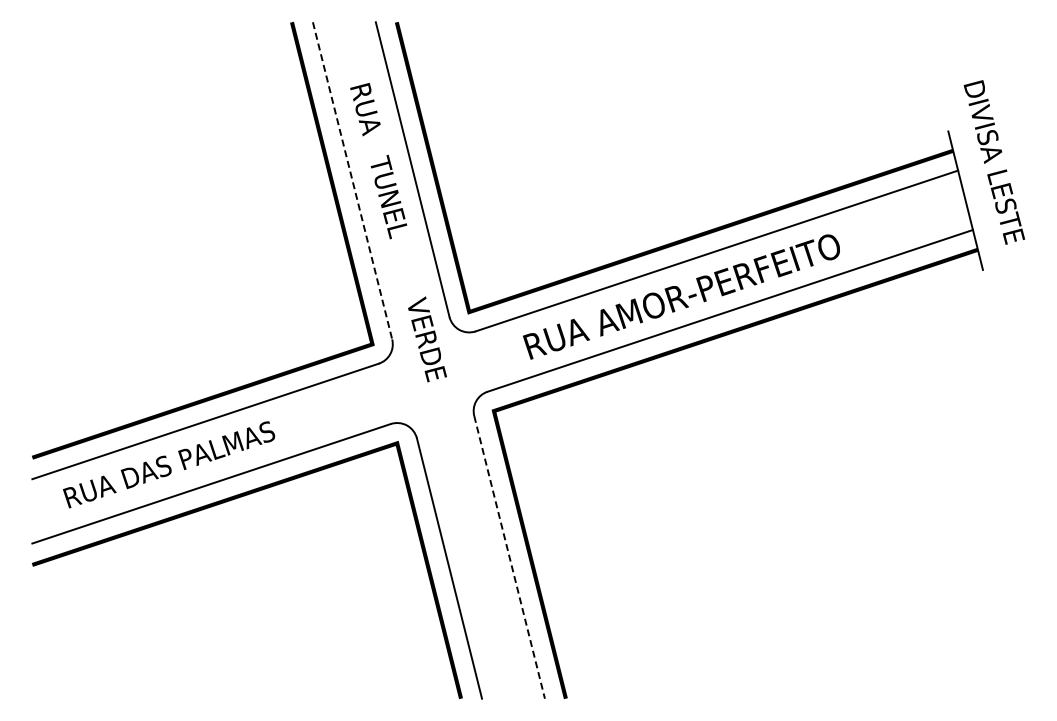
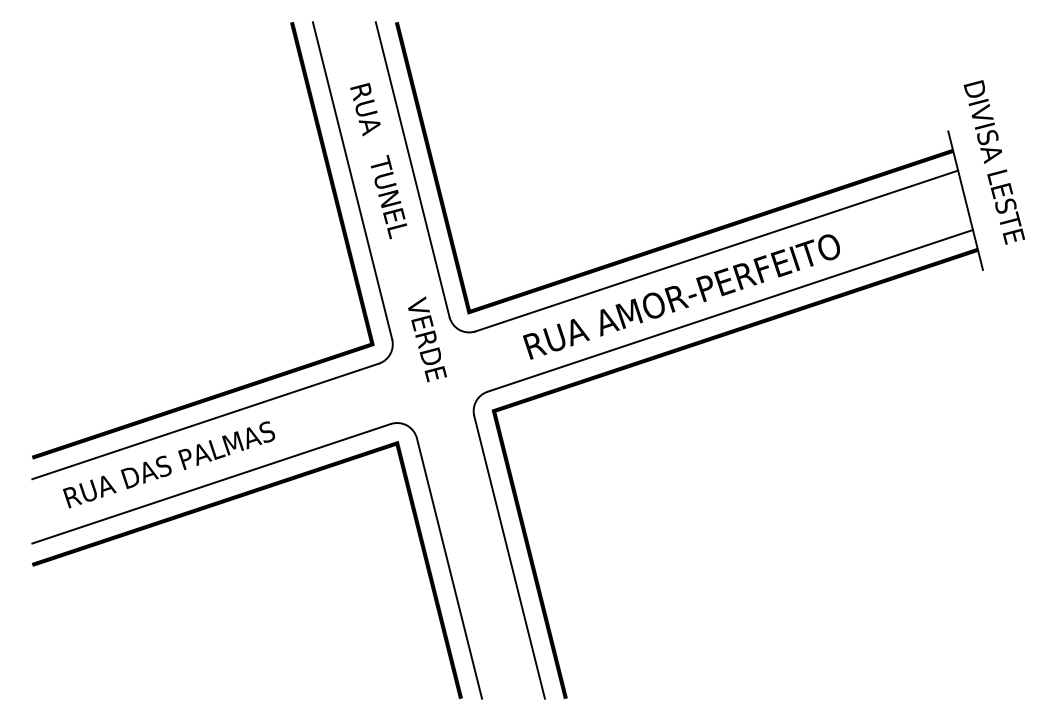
line at (352, 181): dashed -> solid
line at (509, 557): dashed -> solid
